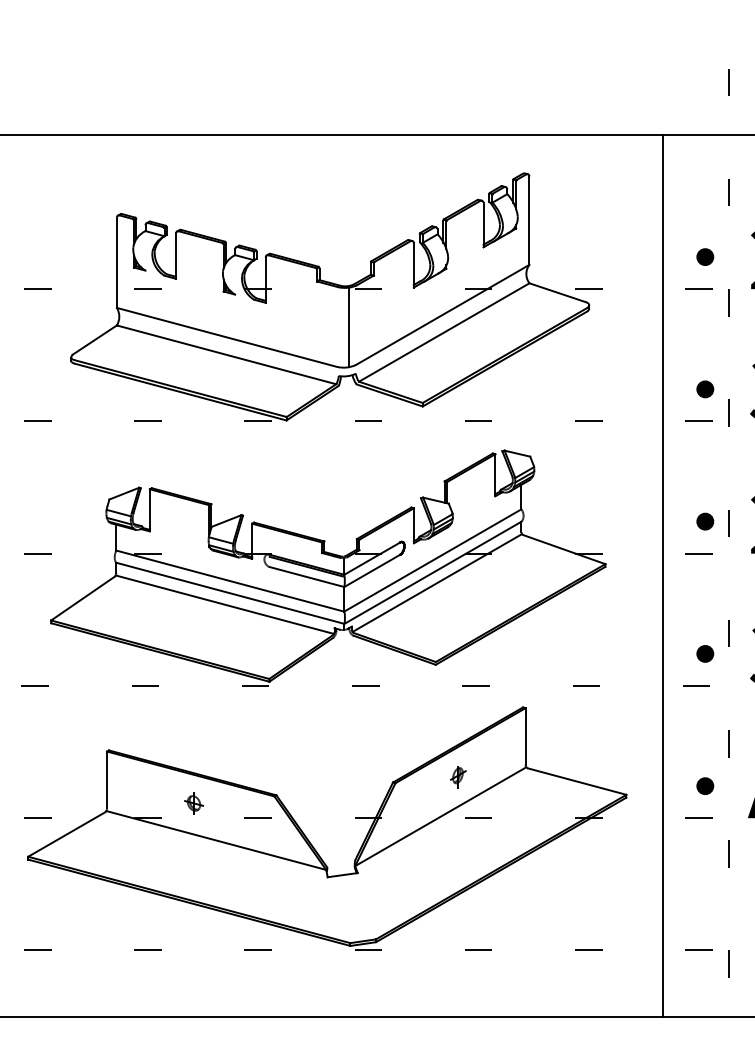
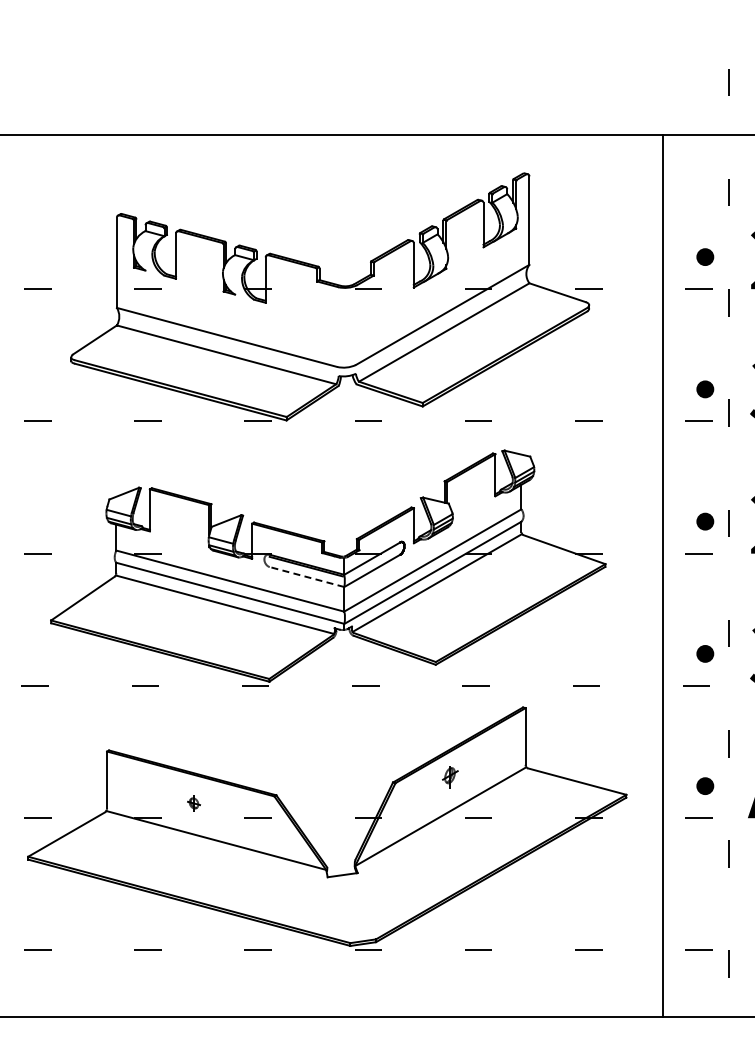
line at (348, 327): present -> none
line at (307, 577): solid -> dashed
part at (458, 777) position: (458, 777) -> (450, 777)
part at (193, 803) size: 20x23 px -> 14x17 px
